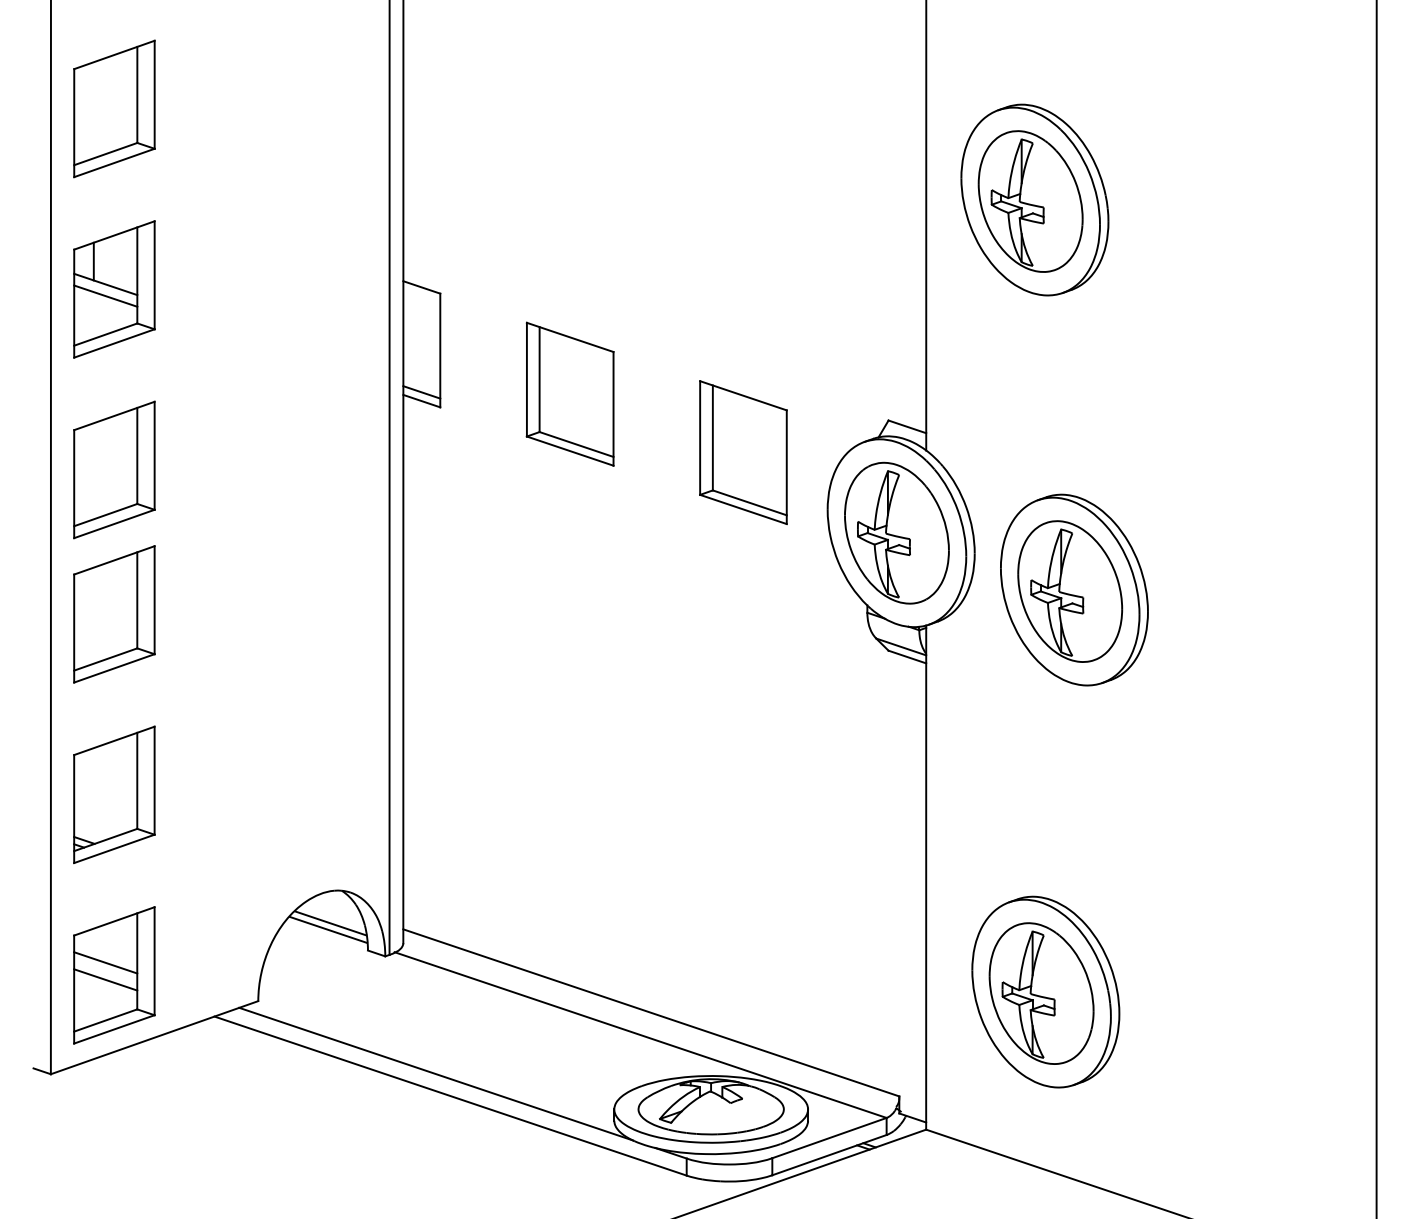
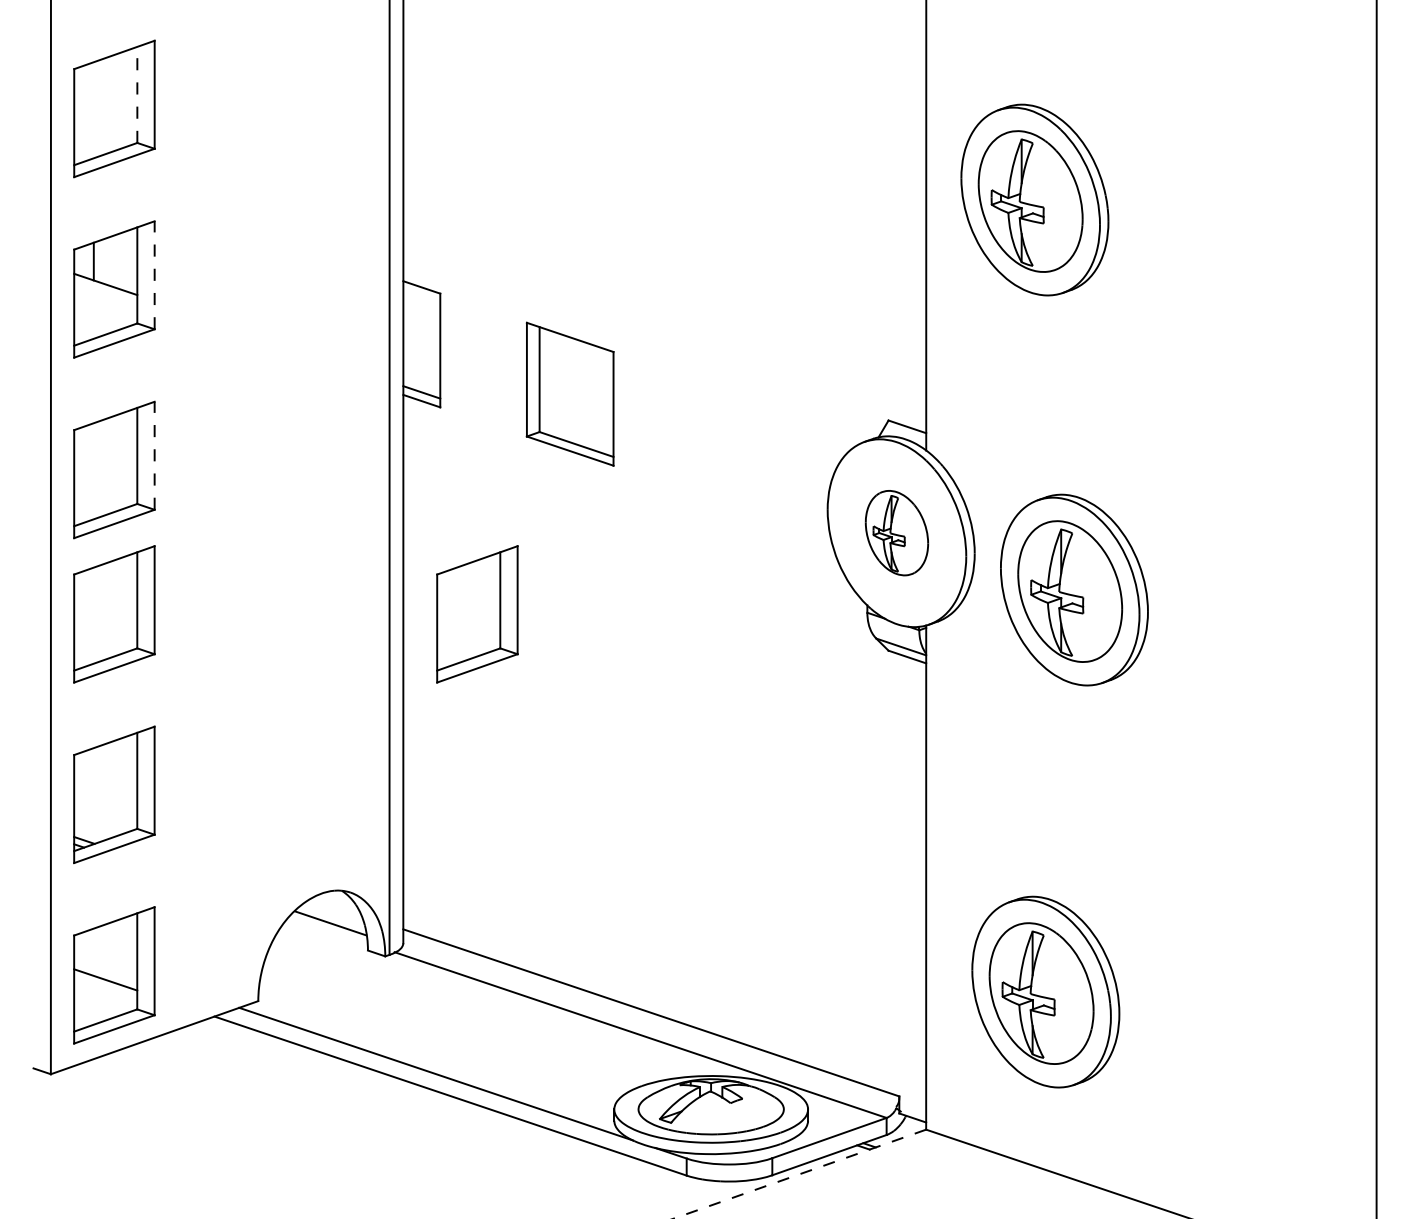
line at (137, 94): solid -> dashed
line at (154, 274): solid -> dashed
line at (105, 295): present -> none
part at (743, 452): present -> none
line at (154, 455): solid -> dashed
part at (896, 532) size: 106x144 px -> 66x87 px
part at (477, 614): none -> present
line at (328, 929): present -> none
line at (105, 962): present -> none
line at (799, 1174): solid -> dashed
